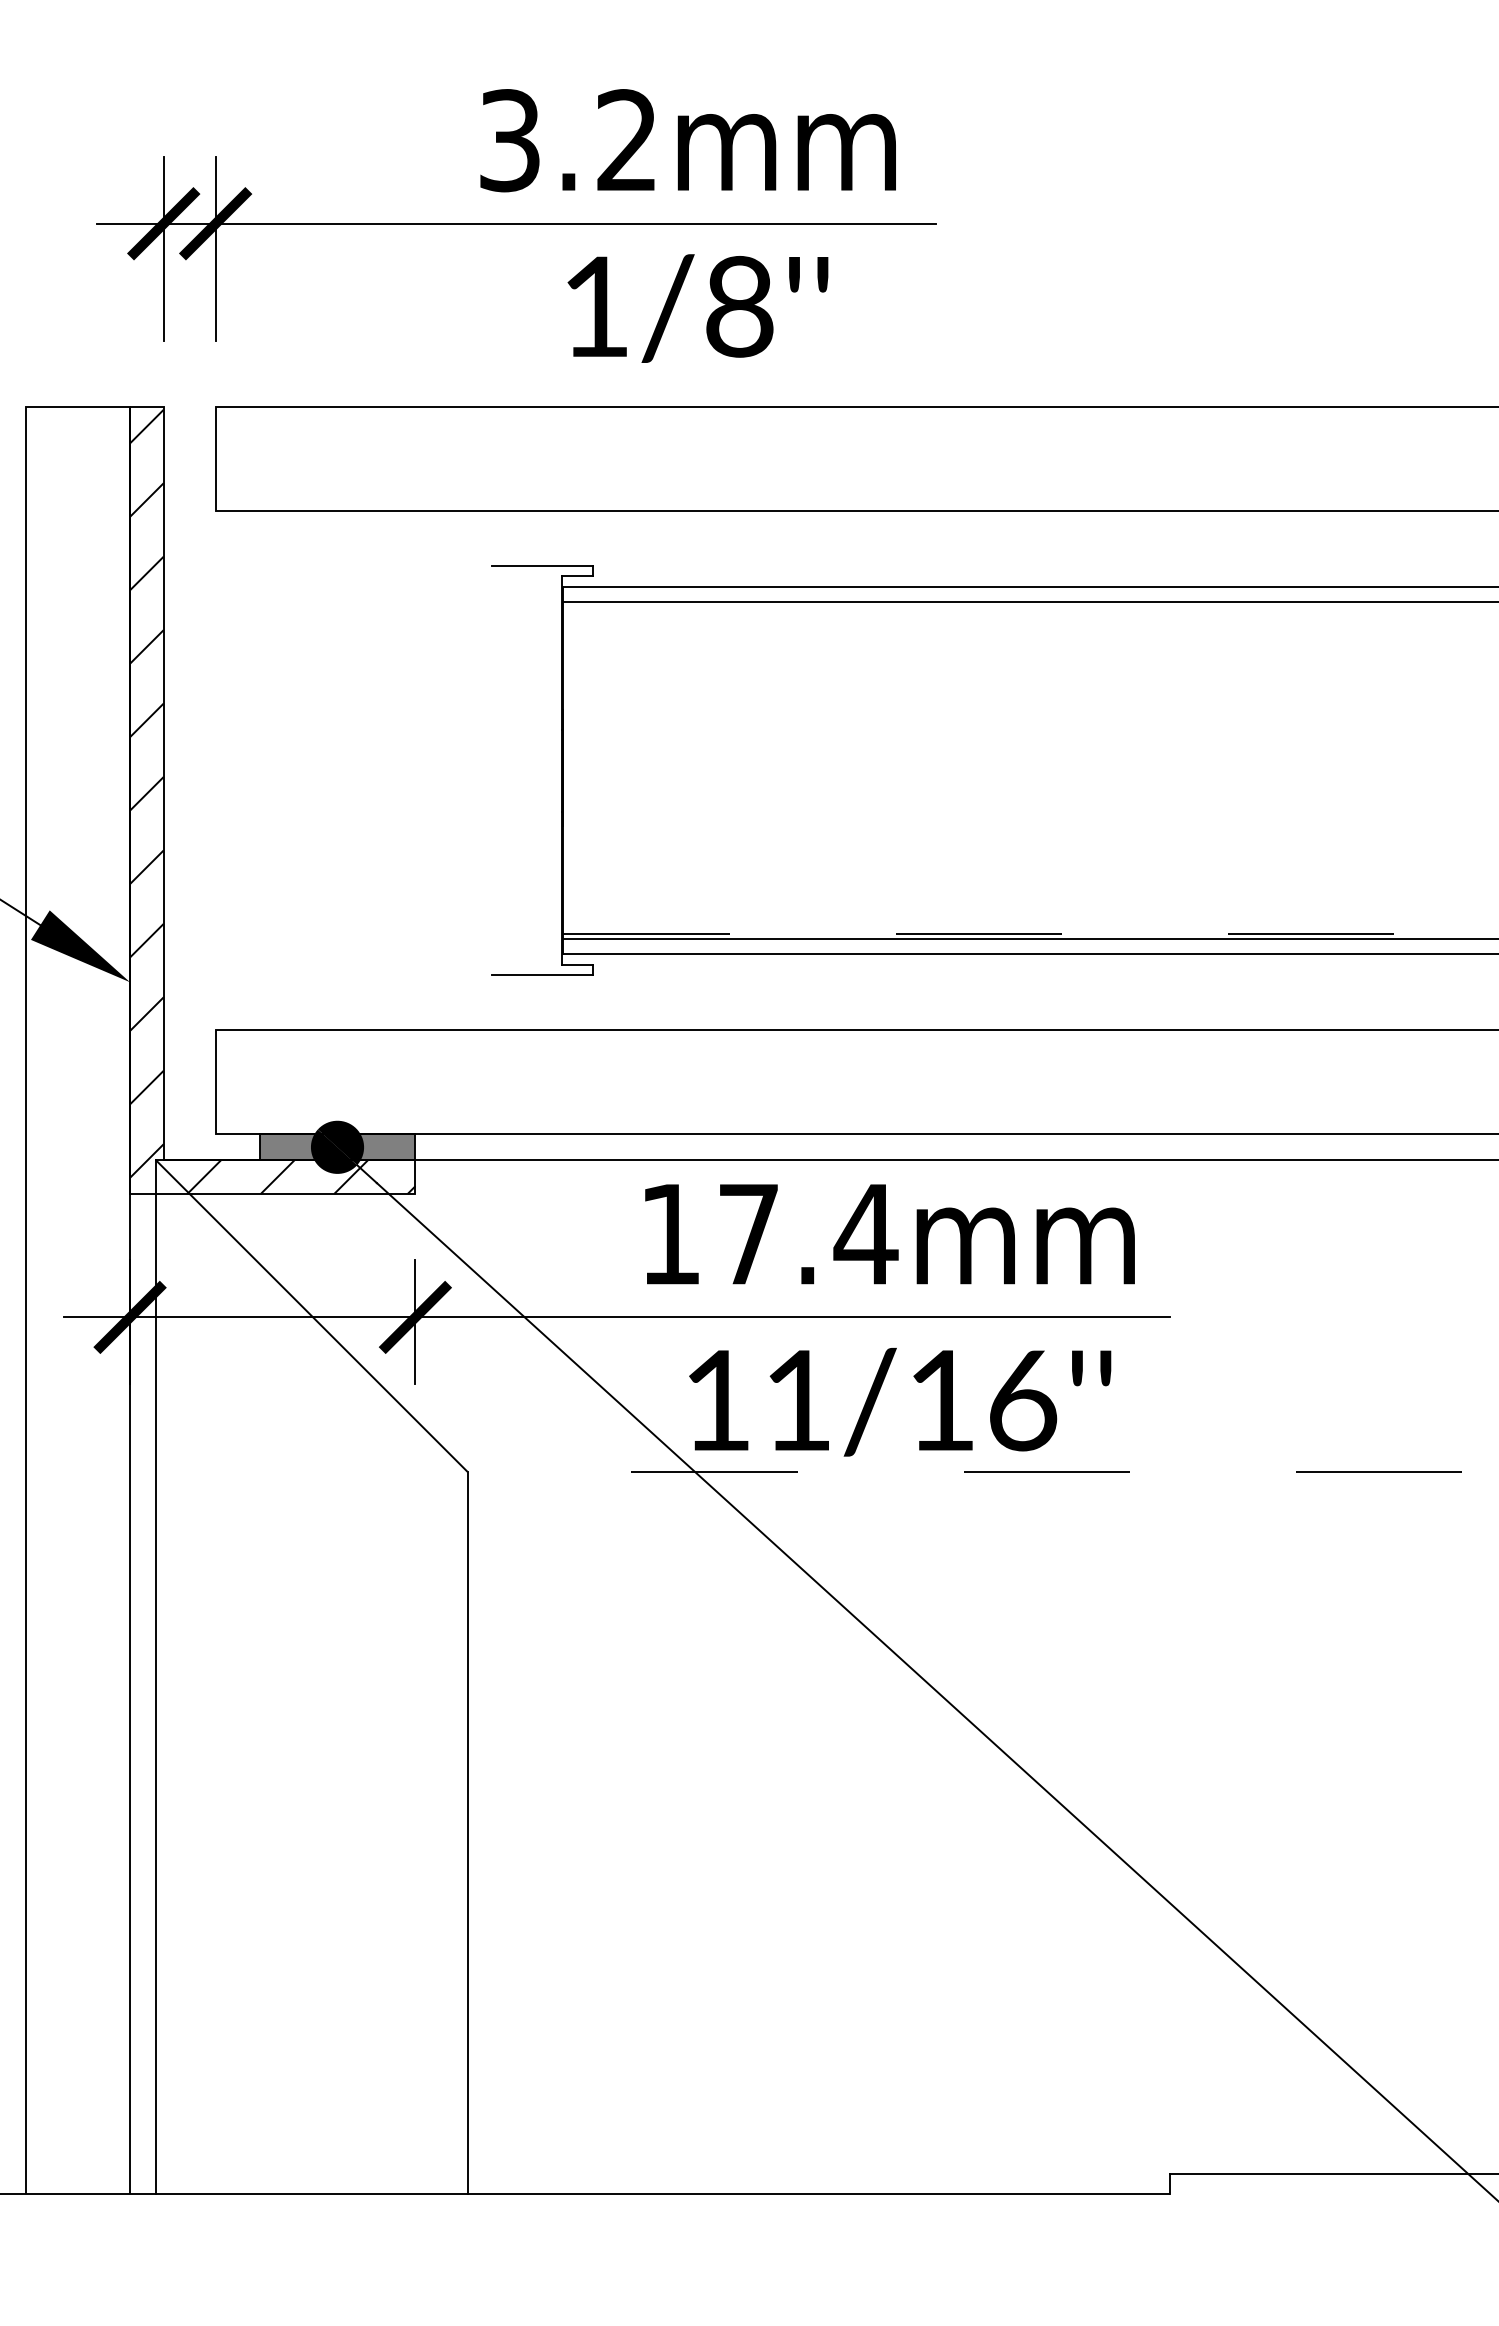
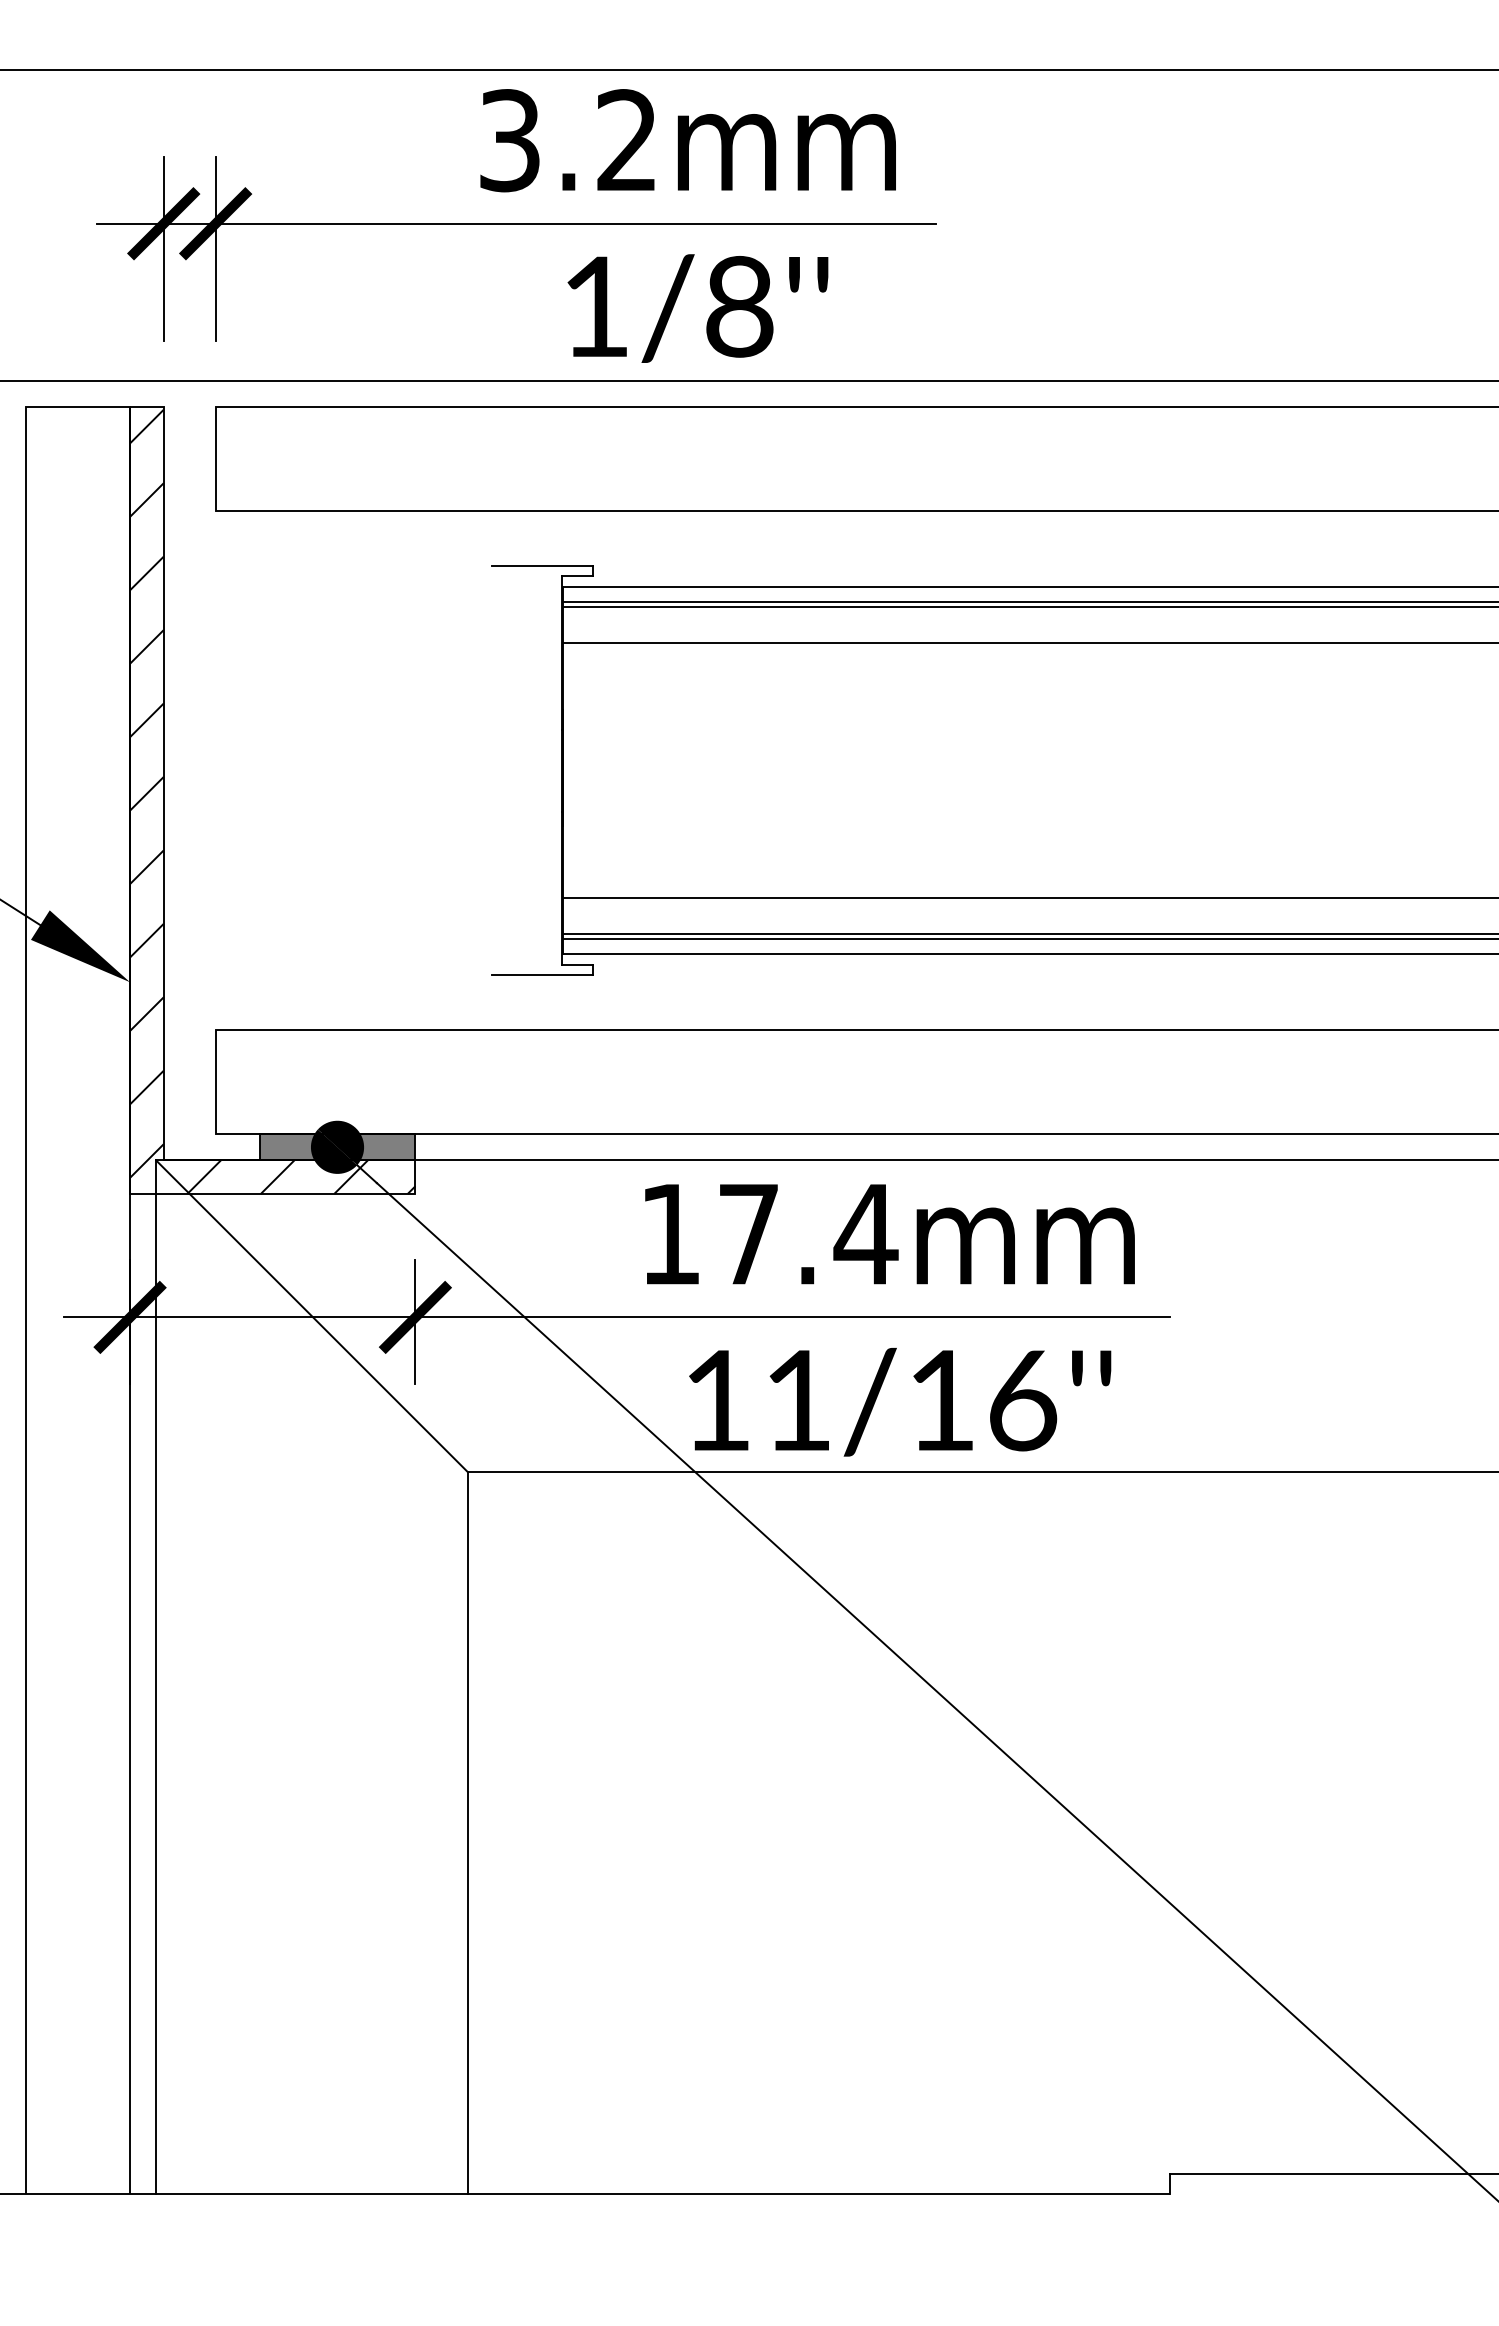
line at (748, 69): none -> present
line at (748, 381): none -> present
line at (1029, 606): none -> present
line at (1029, 642): none -> present
line at (1029, 897): none -> present
line at (1031, 934): dashed -> solid
line at (982, 1471): dashed -> solid
